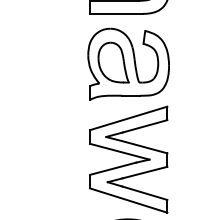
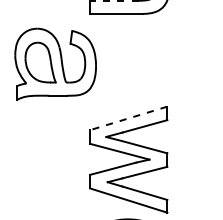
line at (113, 0): solid -> dashed
part at (128, 63) position: (128, 63) -> (55, 63)
line at (128, 118): solid -> dashed
